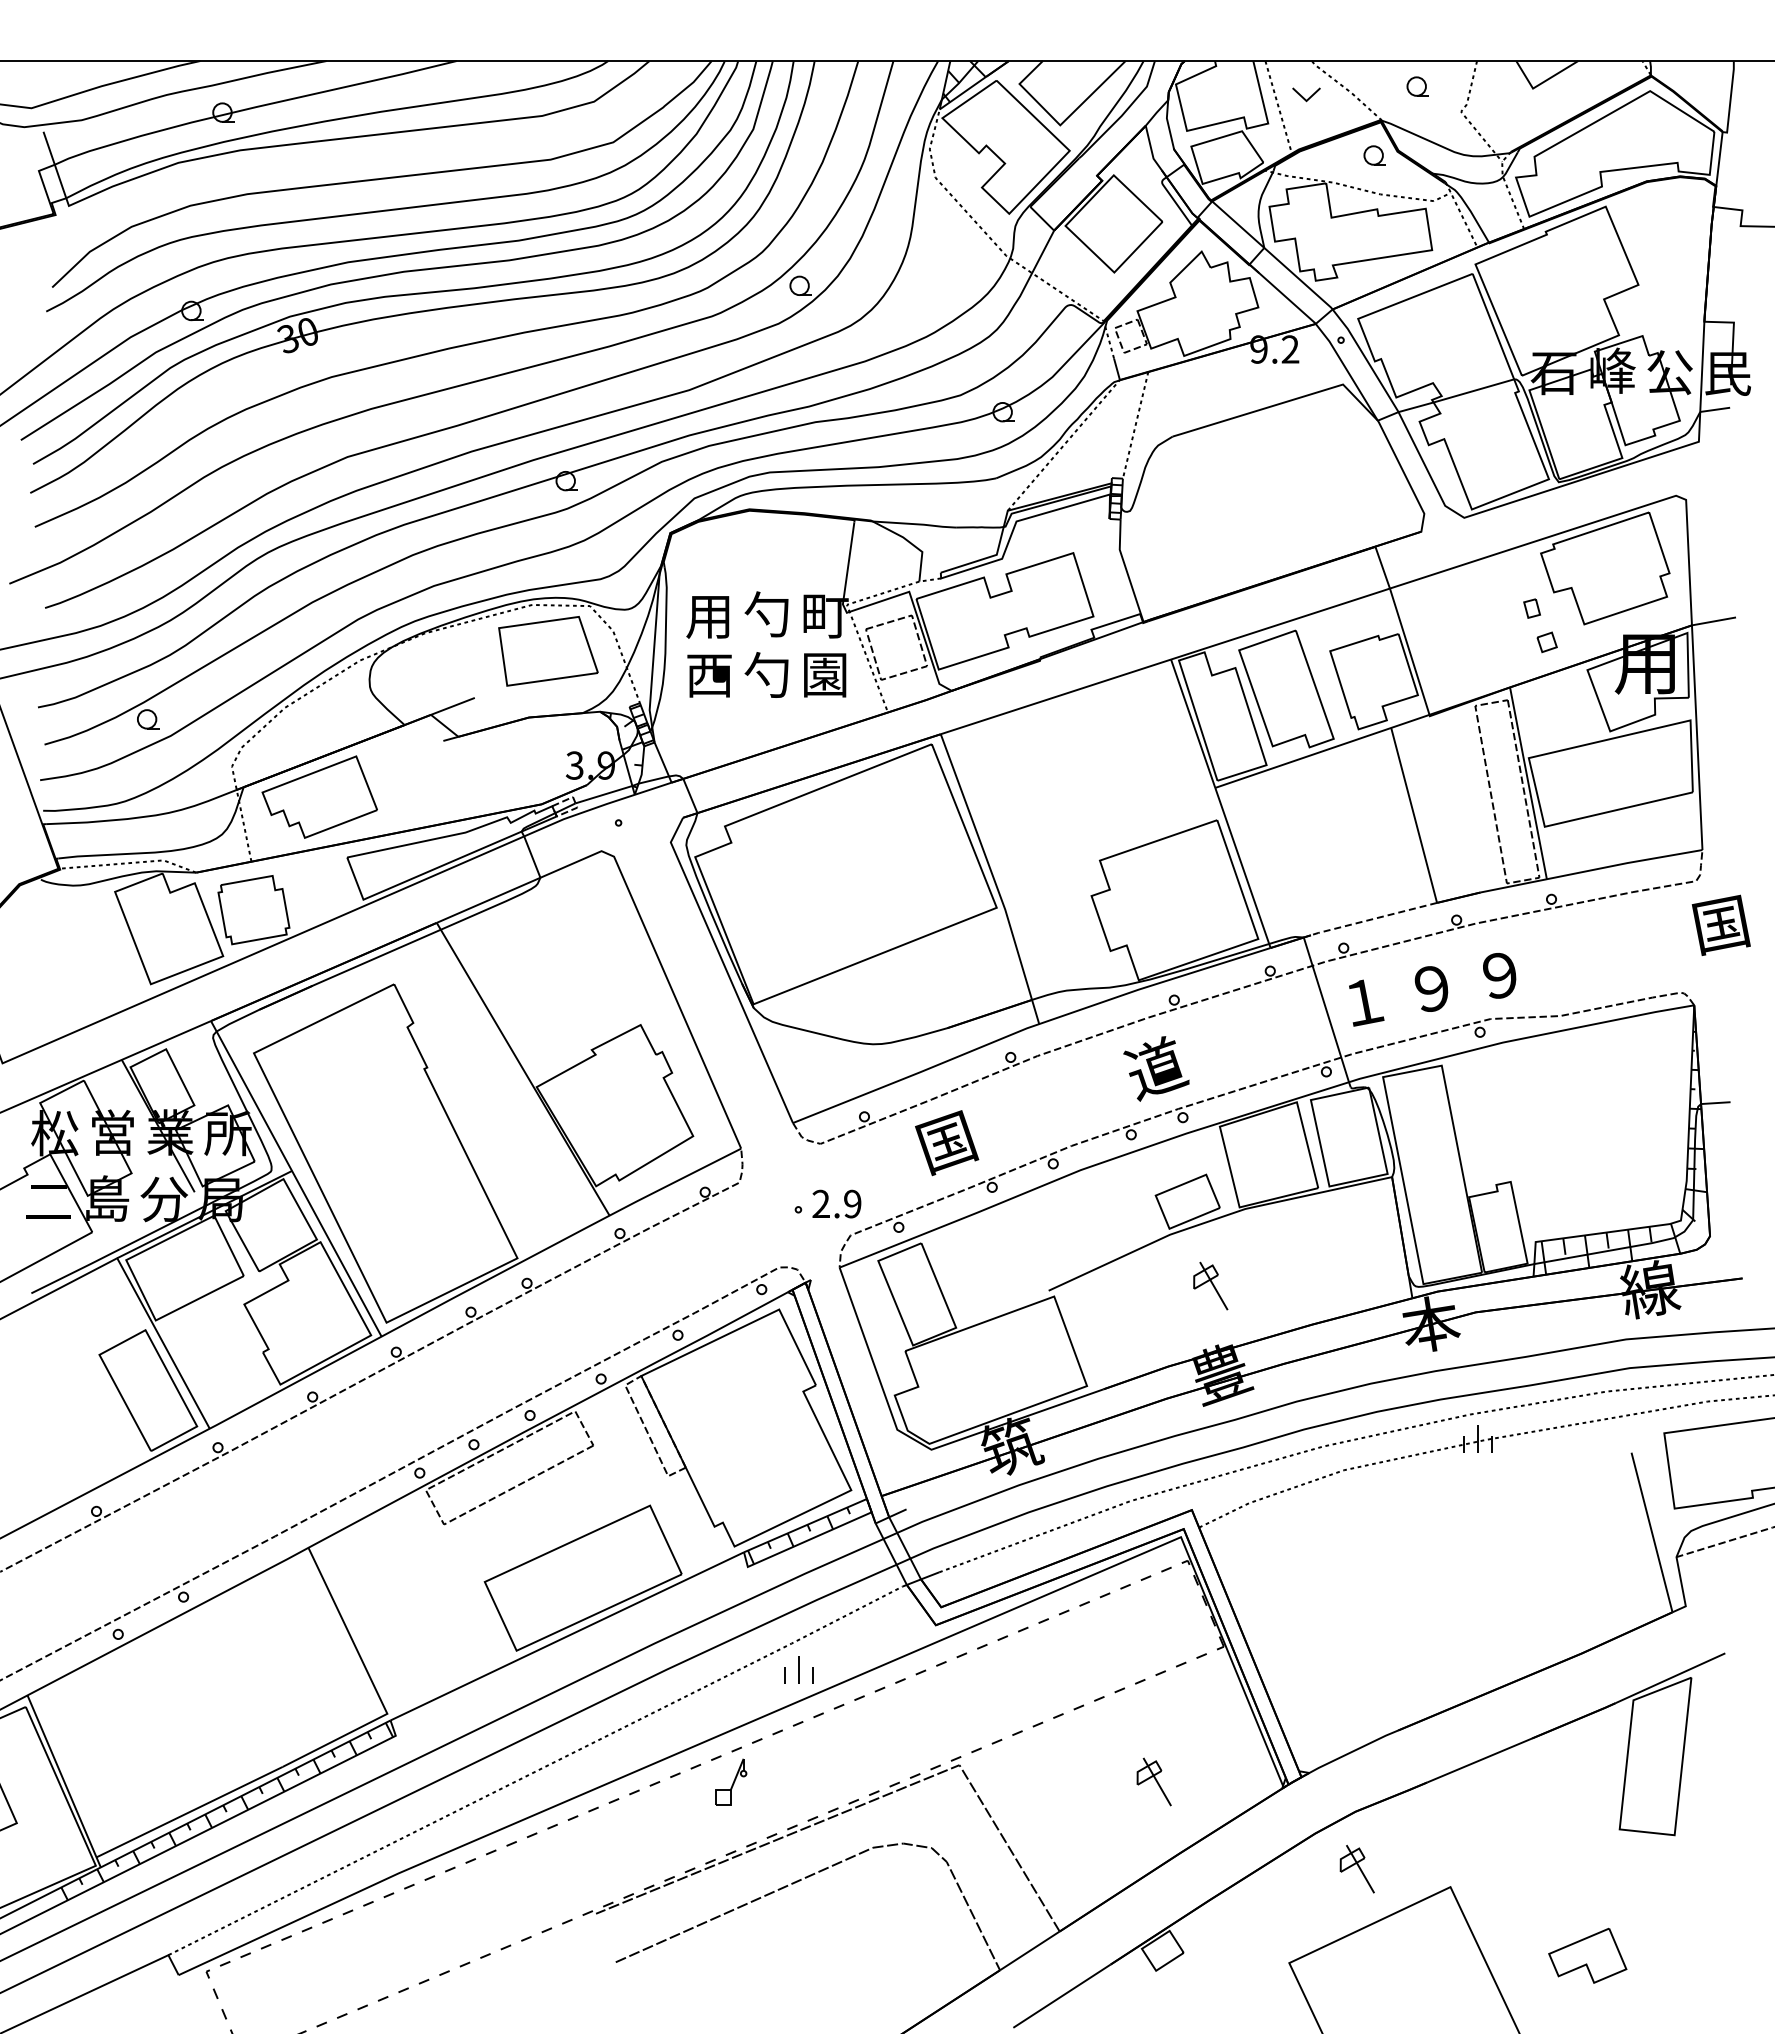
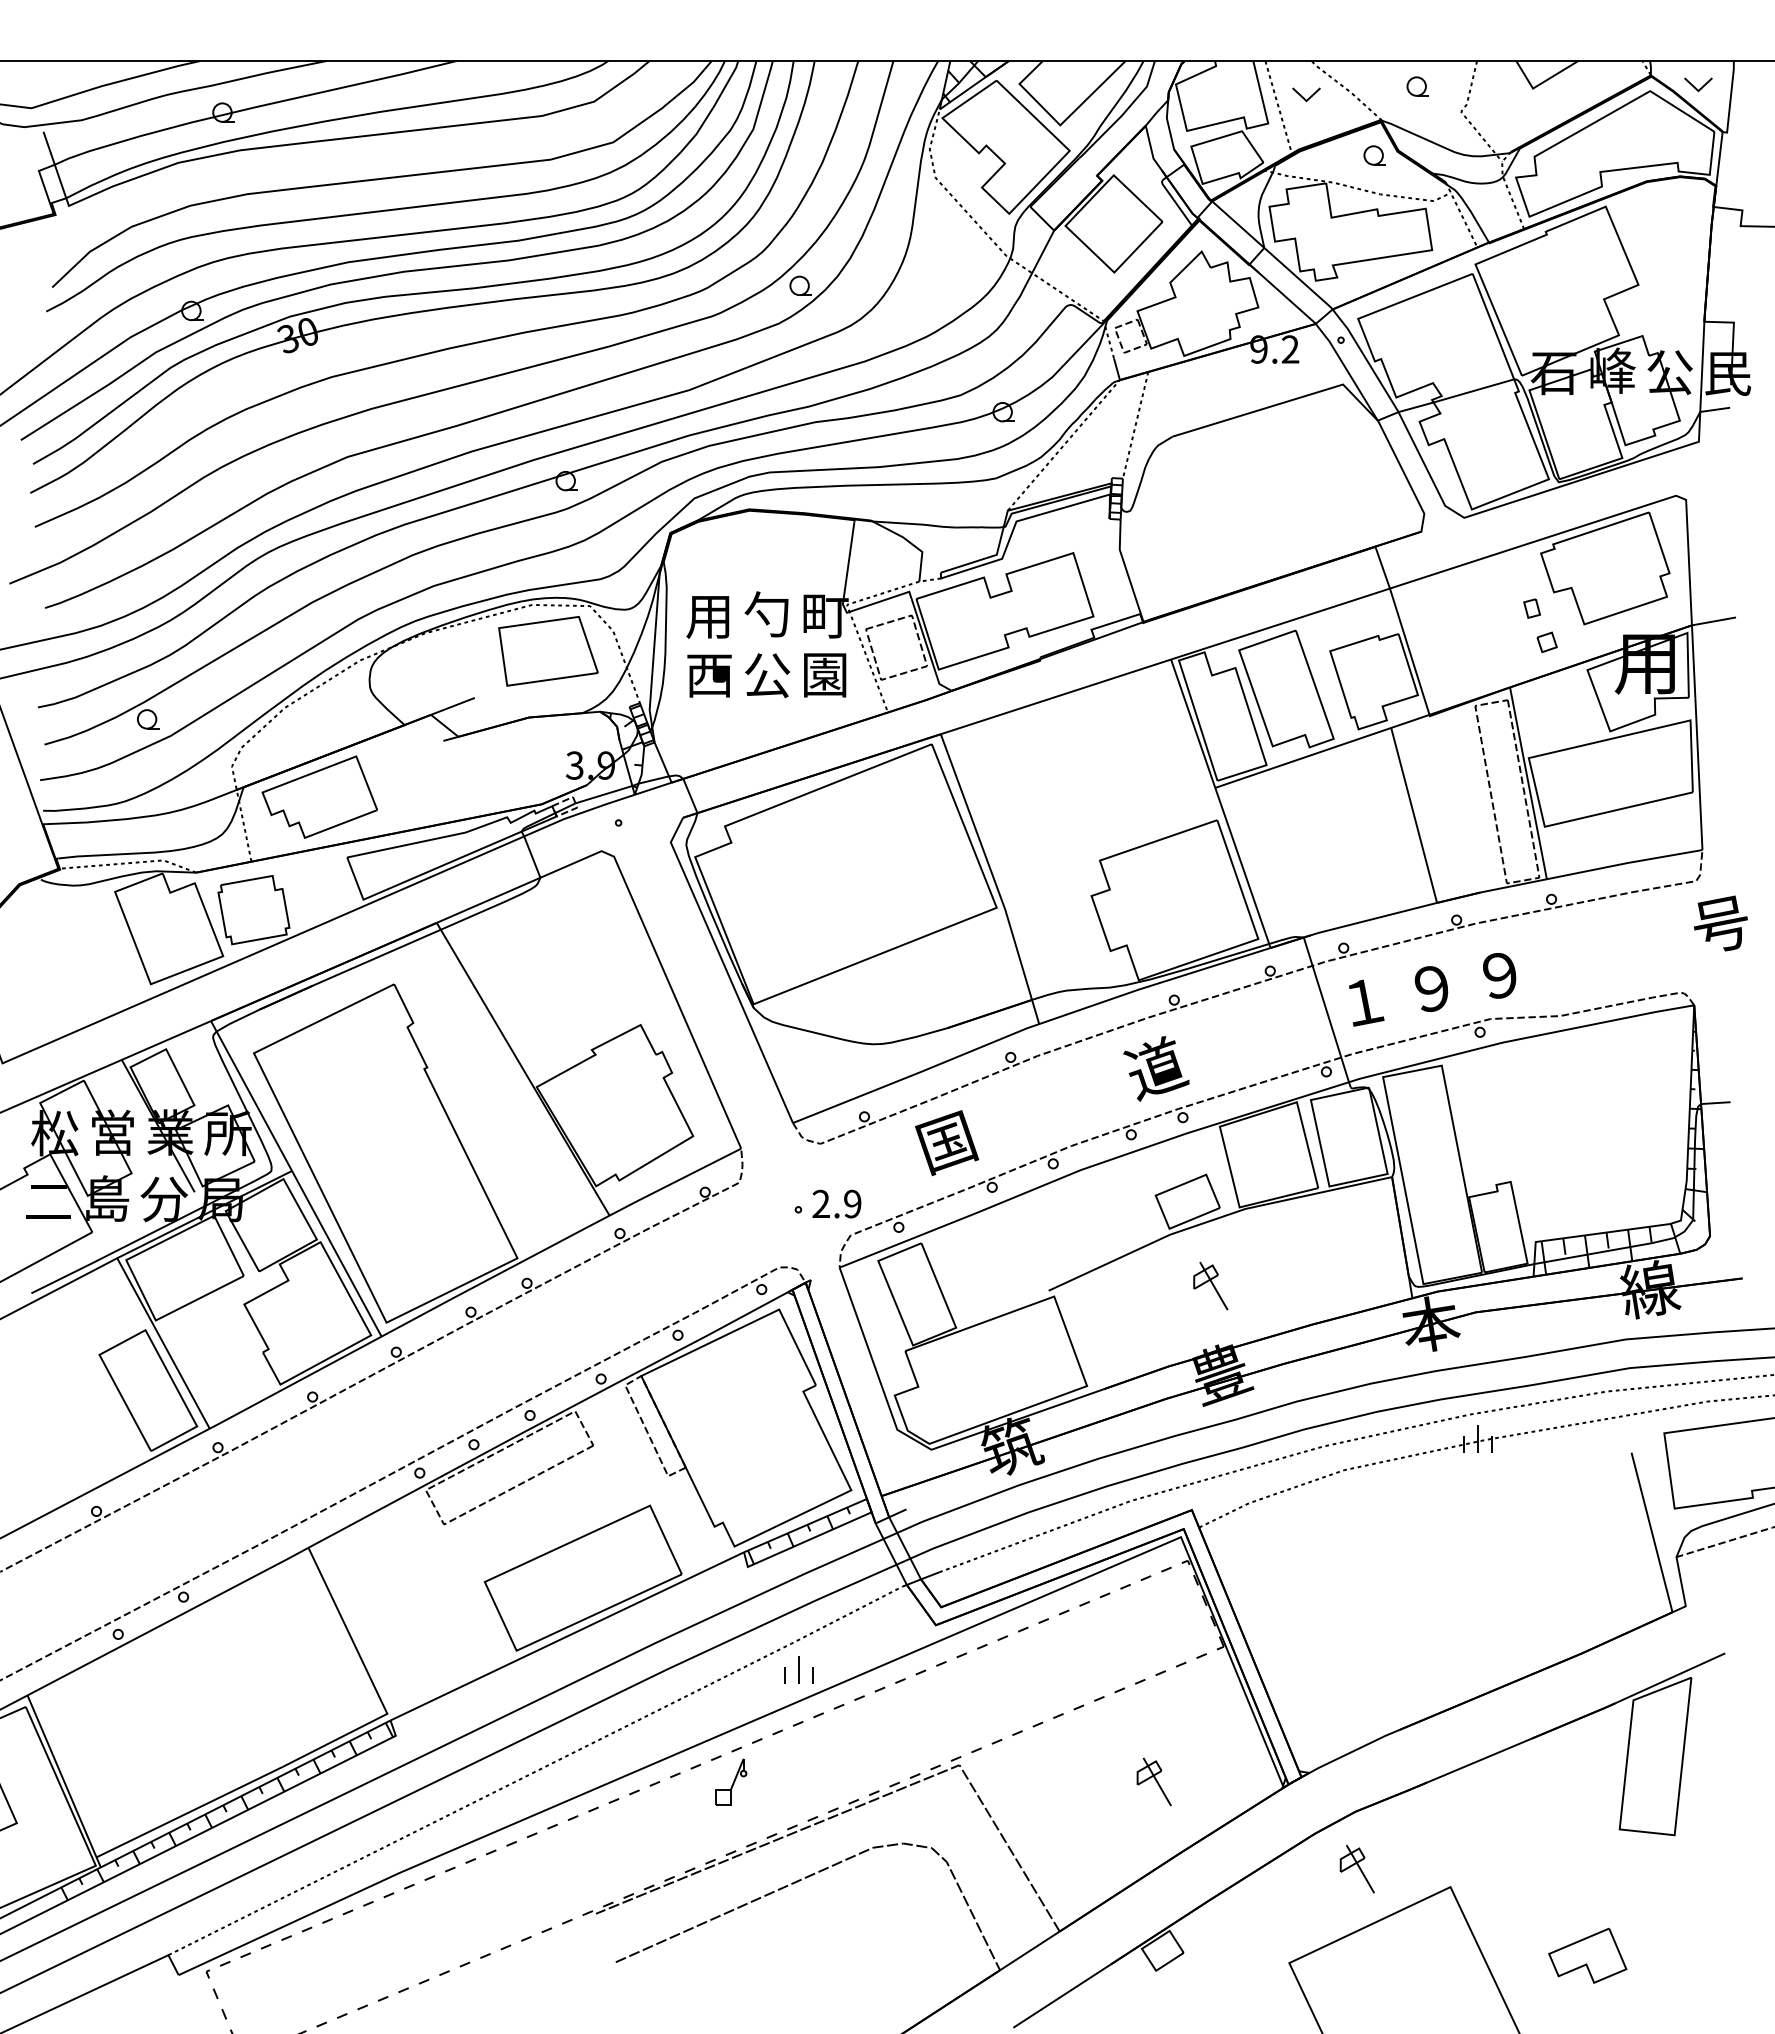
part at (1698, 84): none -> present
text at (767, 675): 勺 -> 公
line at (1373, 919): dashed -> solid
text at (1720, 925): 国 -> 号
